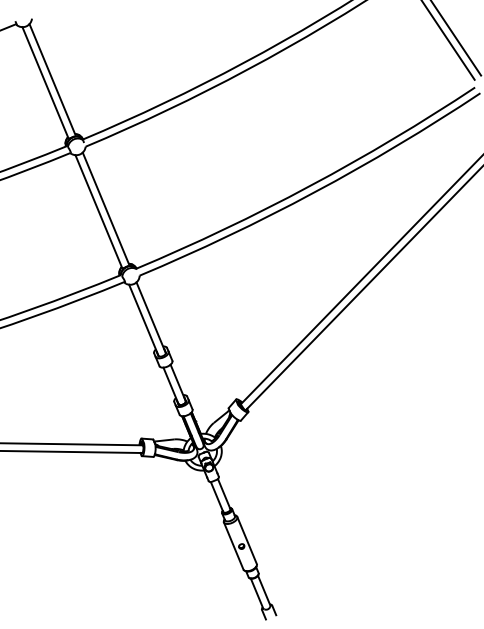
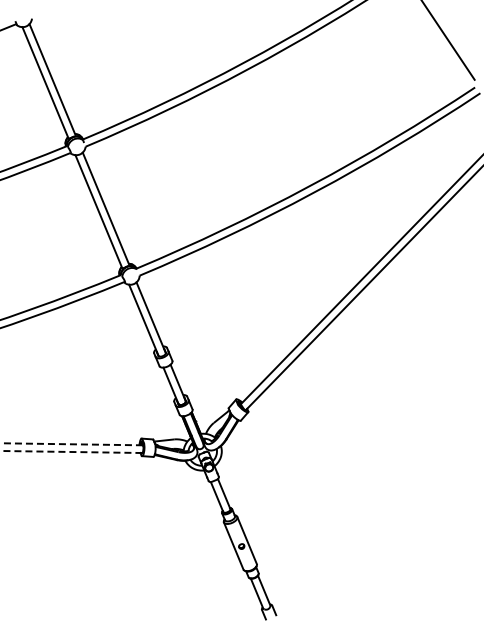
line at (456, 38): present -> none
line at (71, 444): solid -> dashed
line at (71, 451): solid -> dashed
